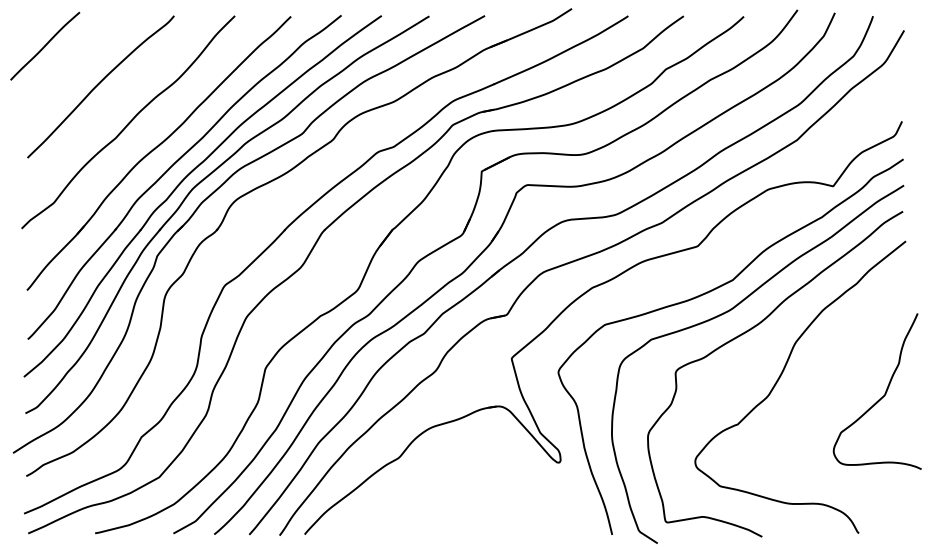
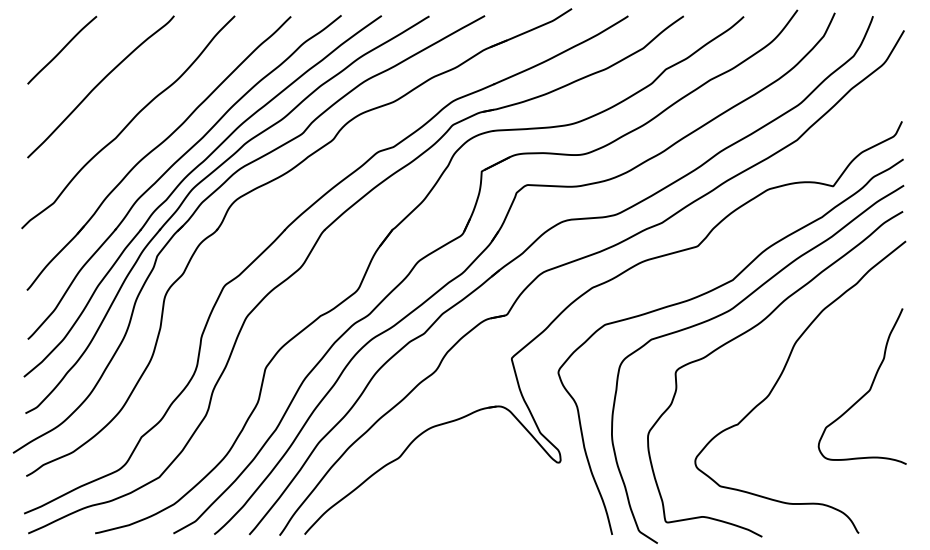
curve at (45, 45) position: (45, 45) -> (62, 49)
curve at (879, 398) position: (879, 398) -> (864, 393)
